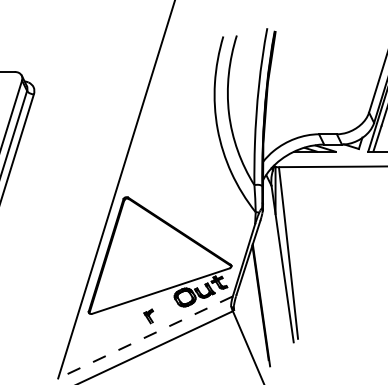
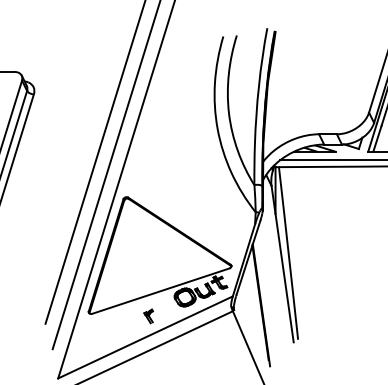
line at (332, 160): none -> present
line at (94, 162): none -> present
line at (105, 175): none -> present
line at (145, 337): dashed -> solid
